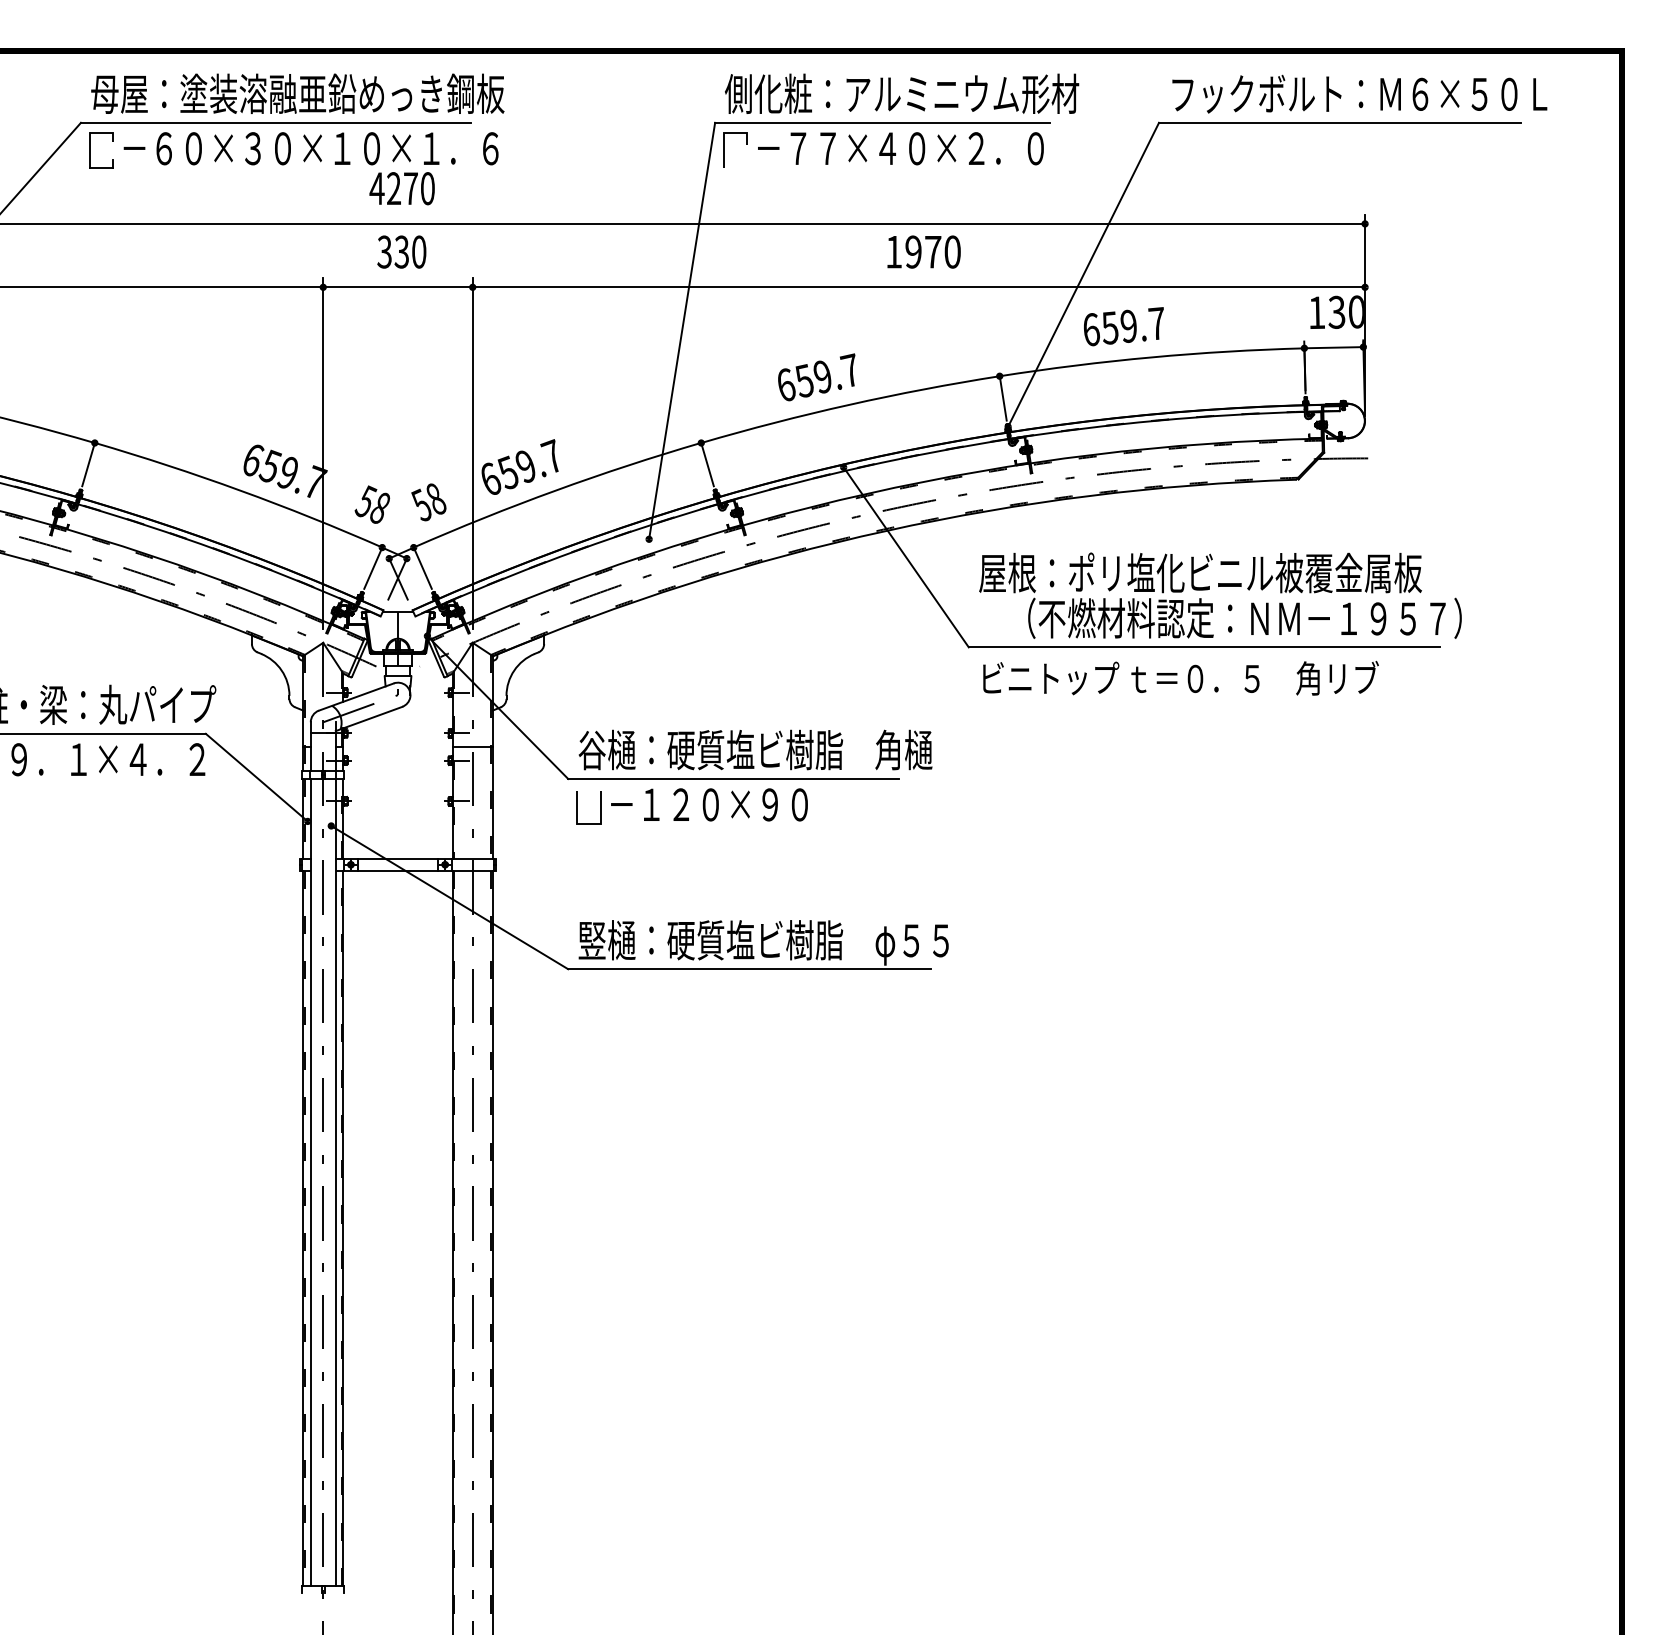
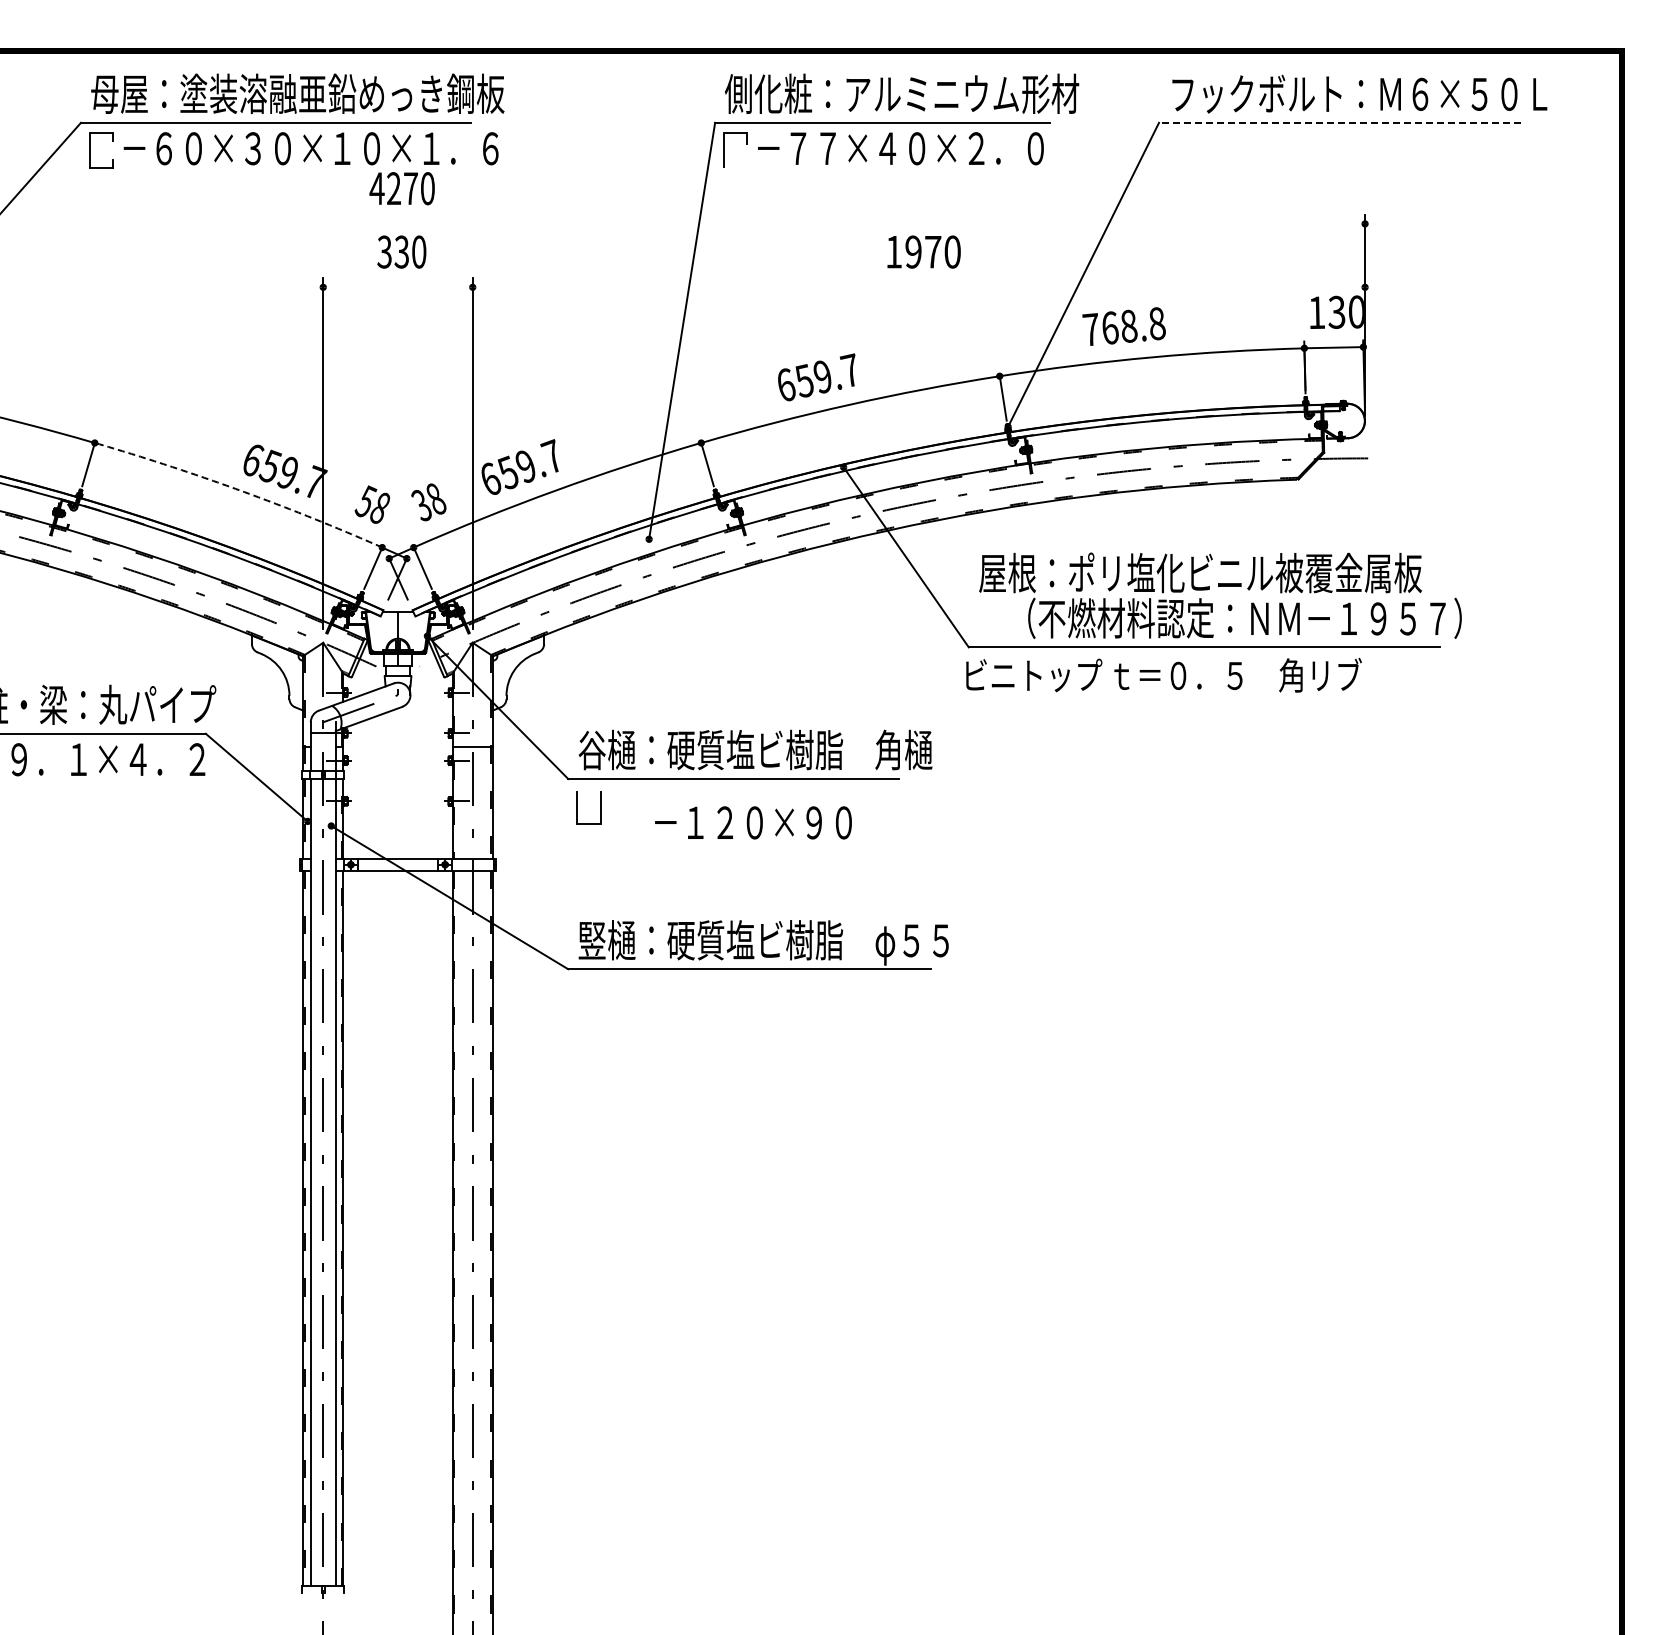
line at (1339, 122): solid -> dashed
line at (683, 223): present -> none
line at (683, 287): present -> none
text at (1123, 326): 659.7 -> 768.8
arc at (240, 490): solid -> dashed
text at (421, 504): 58 -> 38
text at (1180, 677) position: (1180, 677) -> (1163, 674)
text at (709, 804) position: (709, 804) -> (753, 822)
